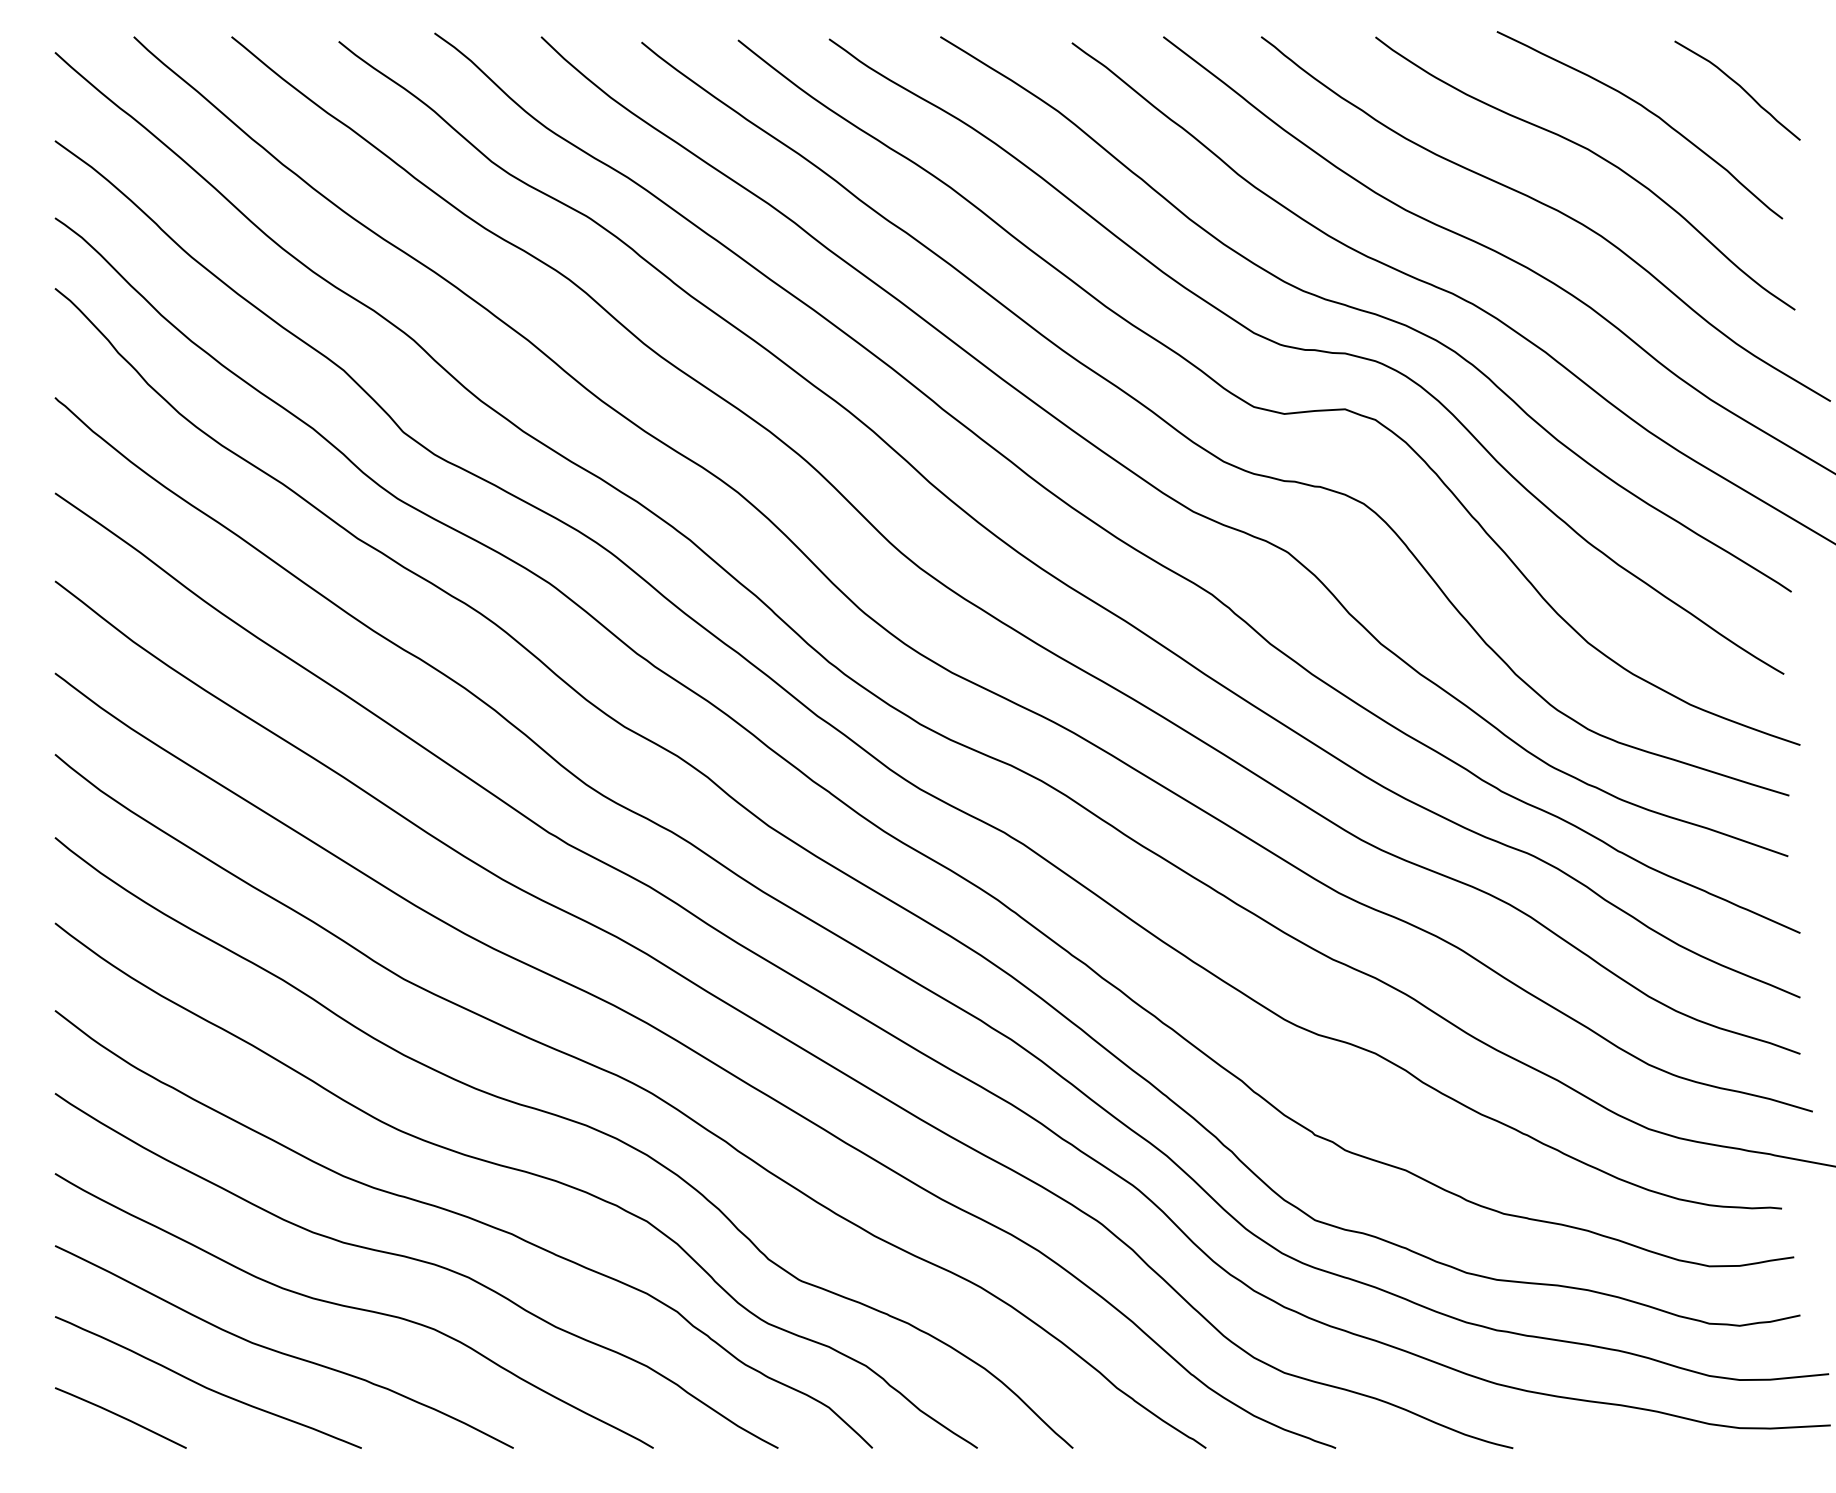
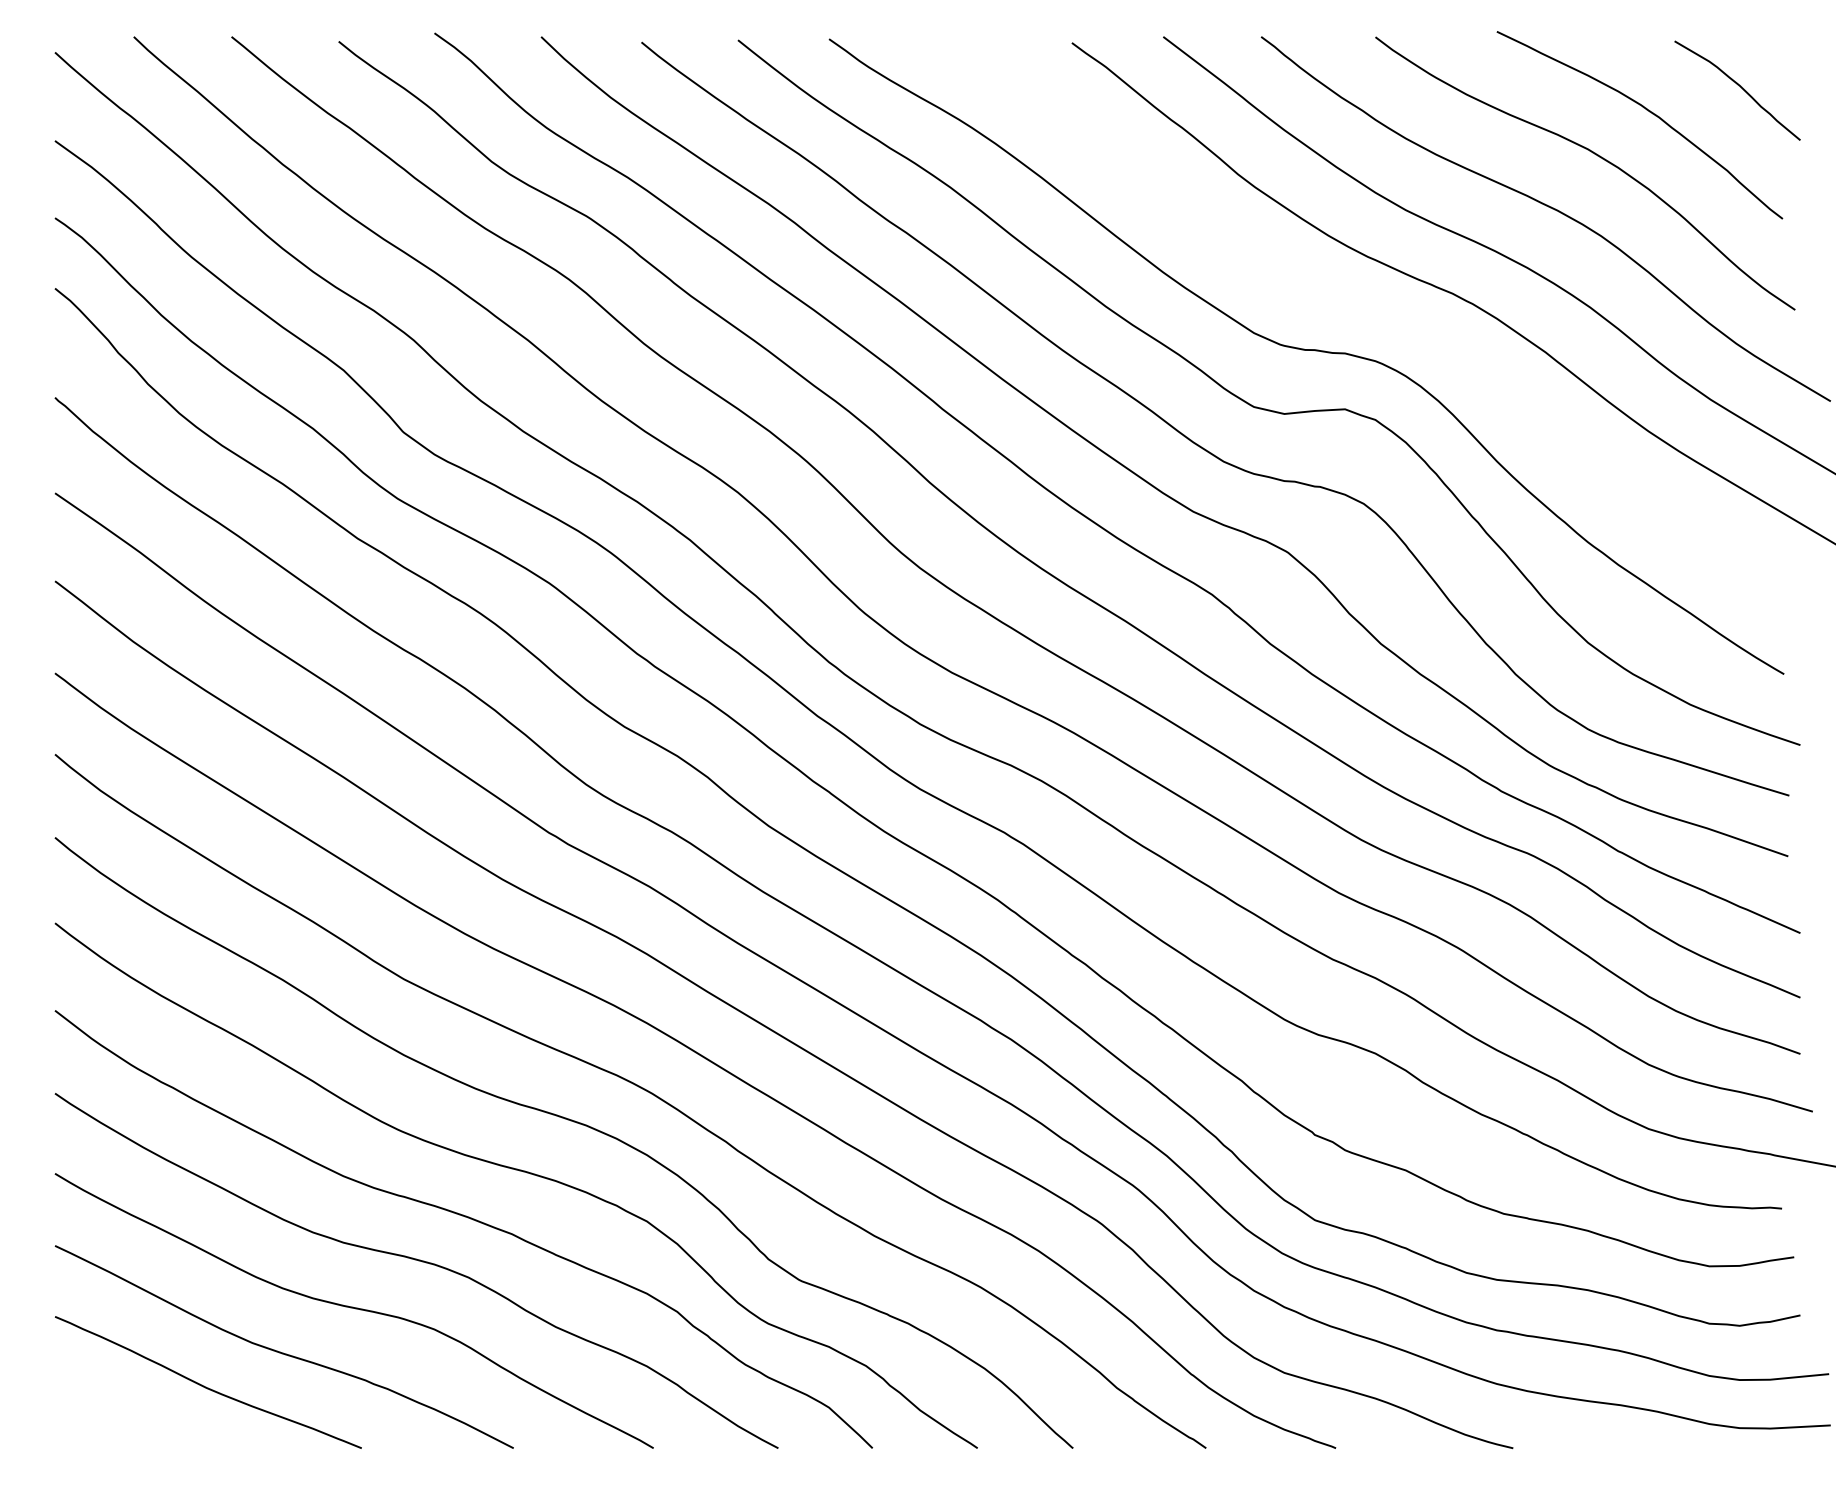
curve at (1365, 312): present -> none
line at (120, 1417): present -> none
